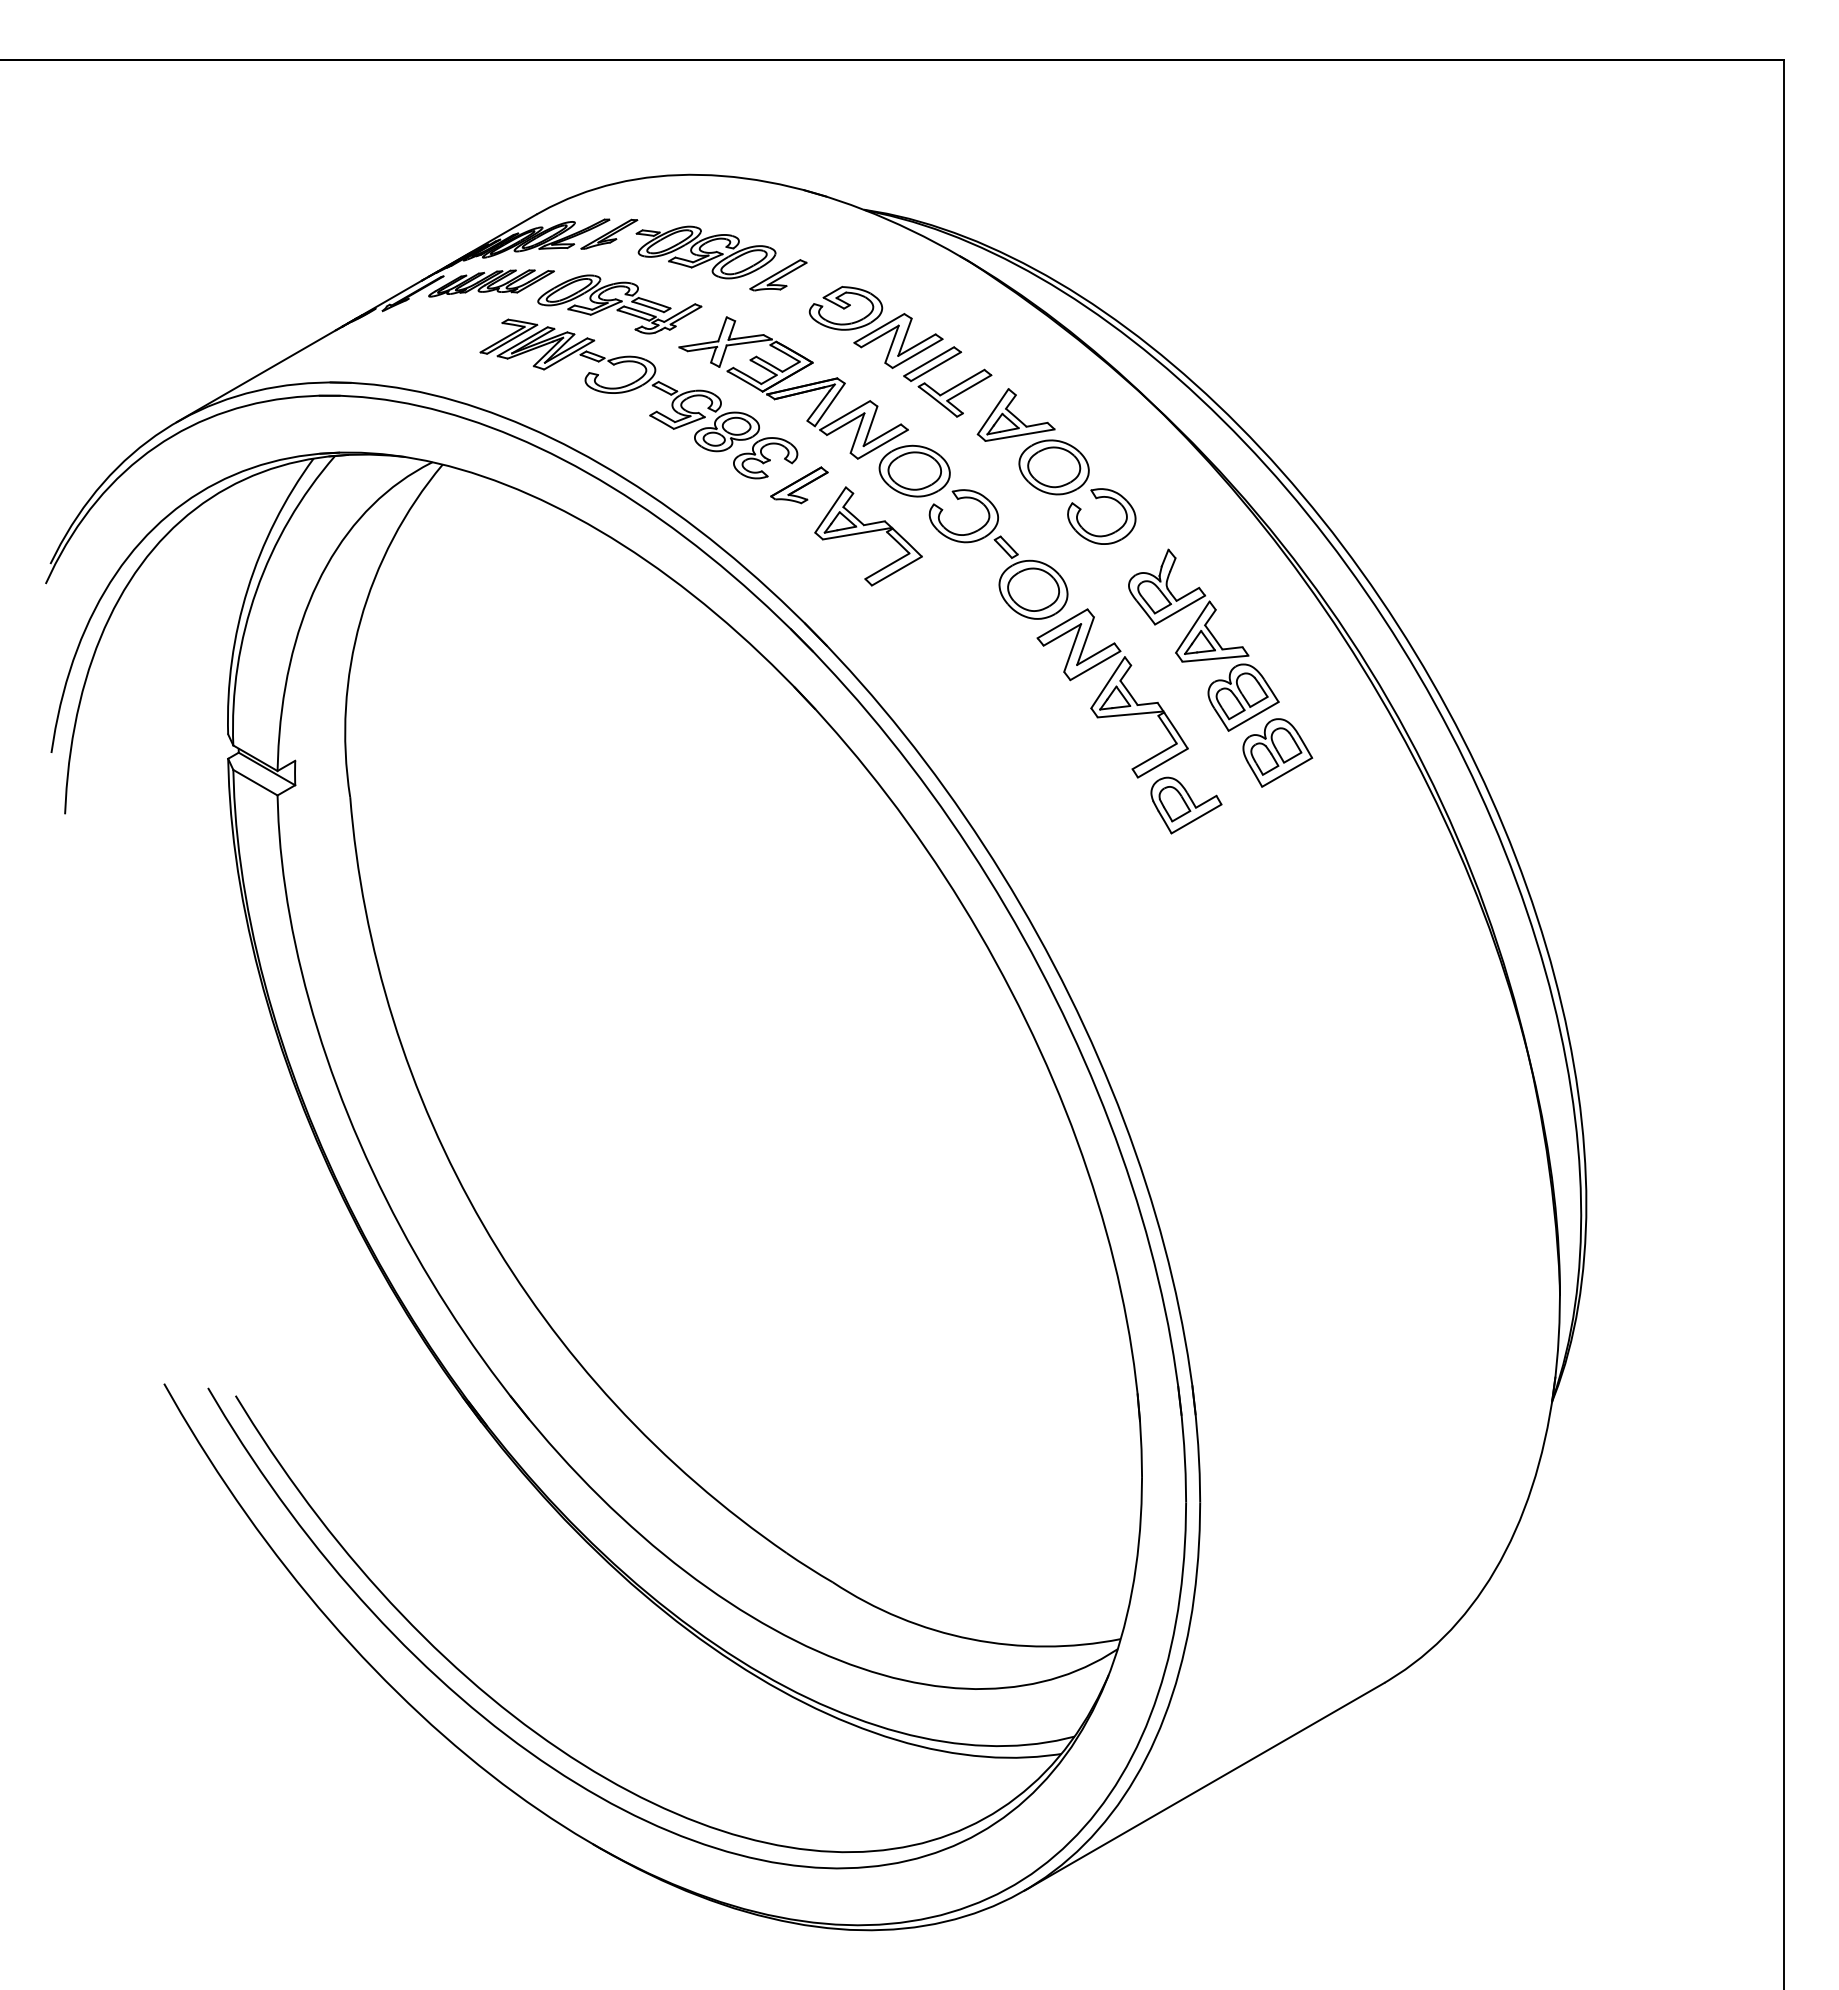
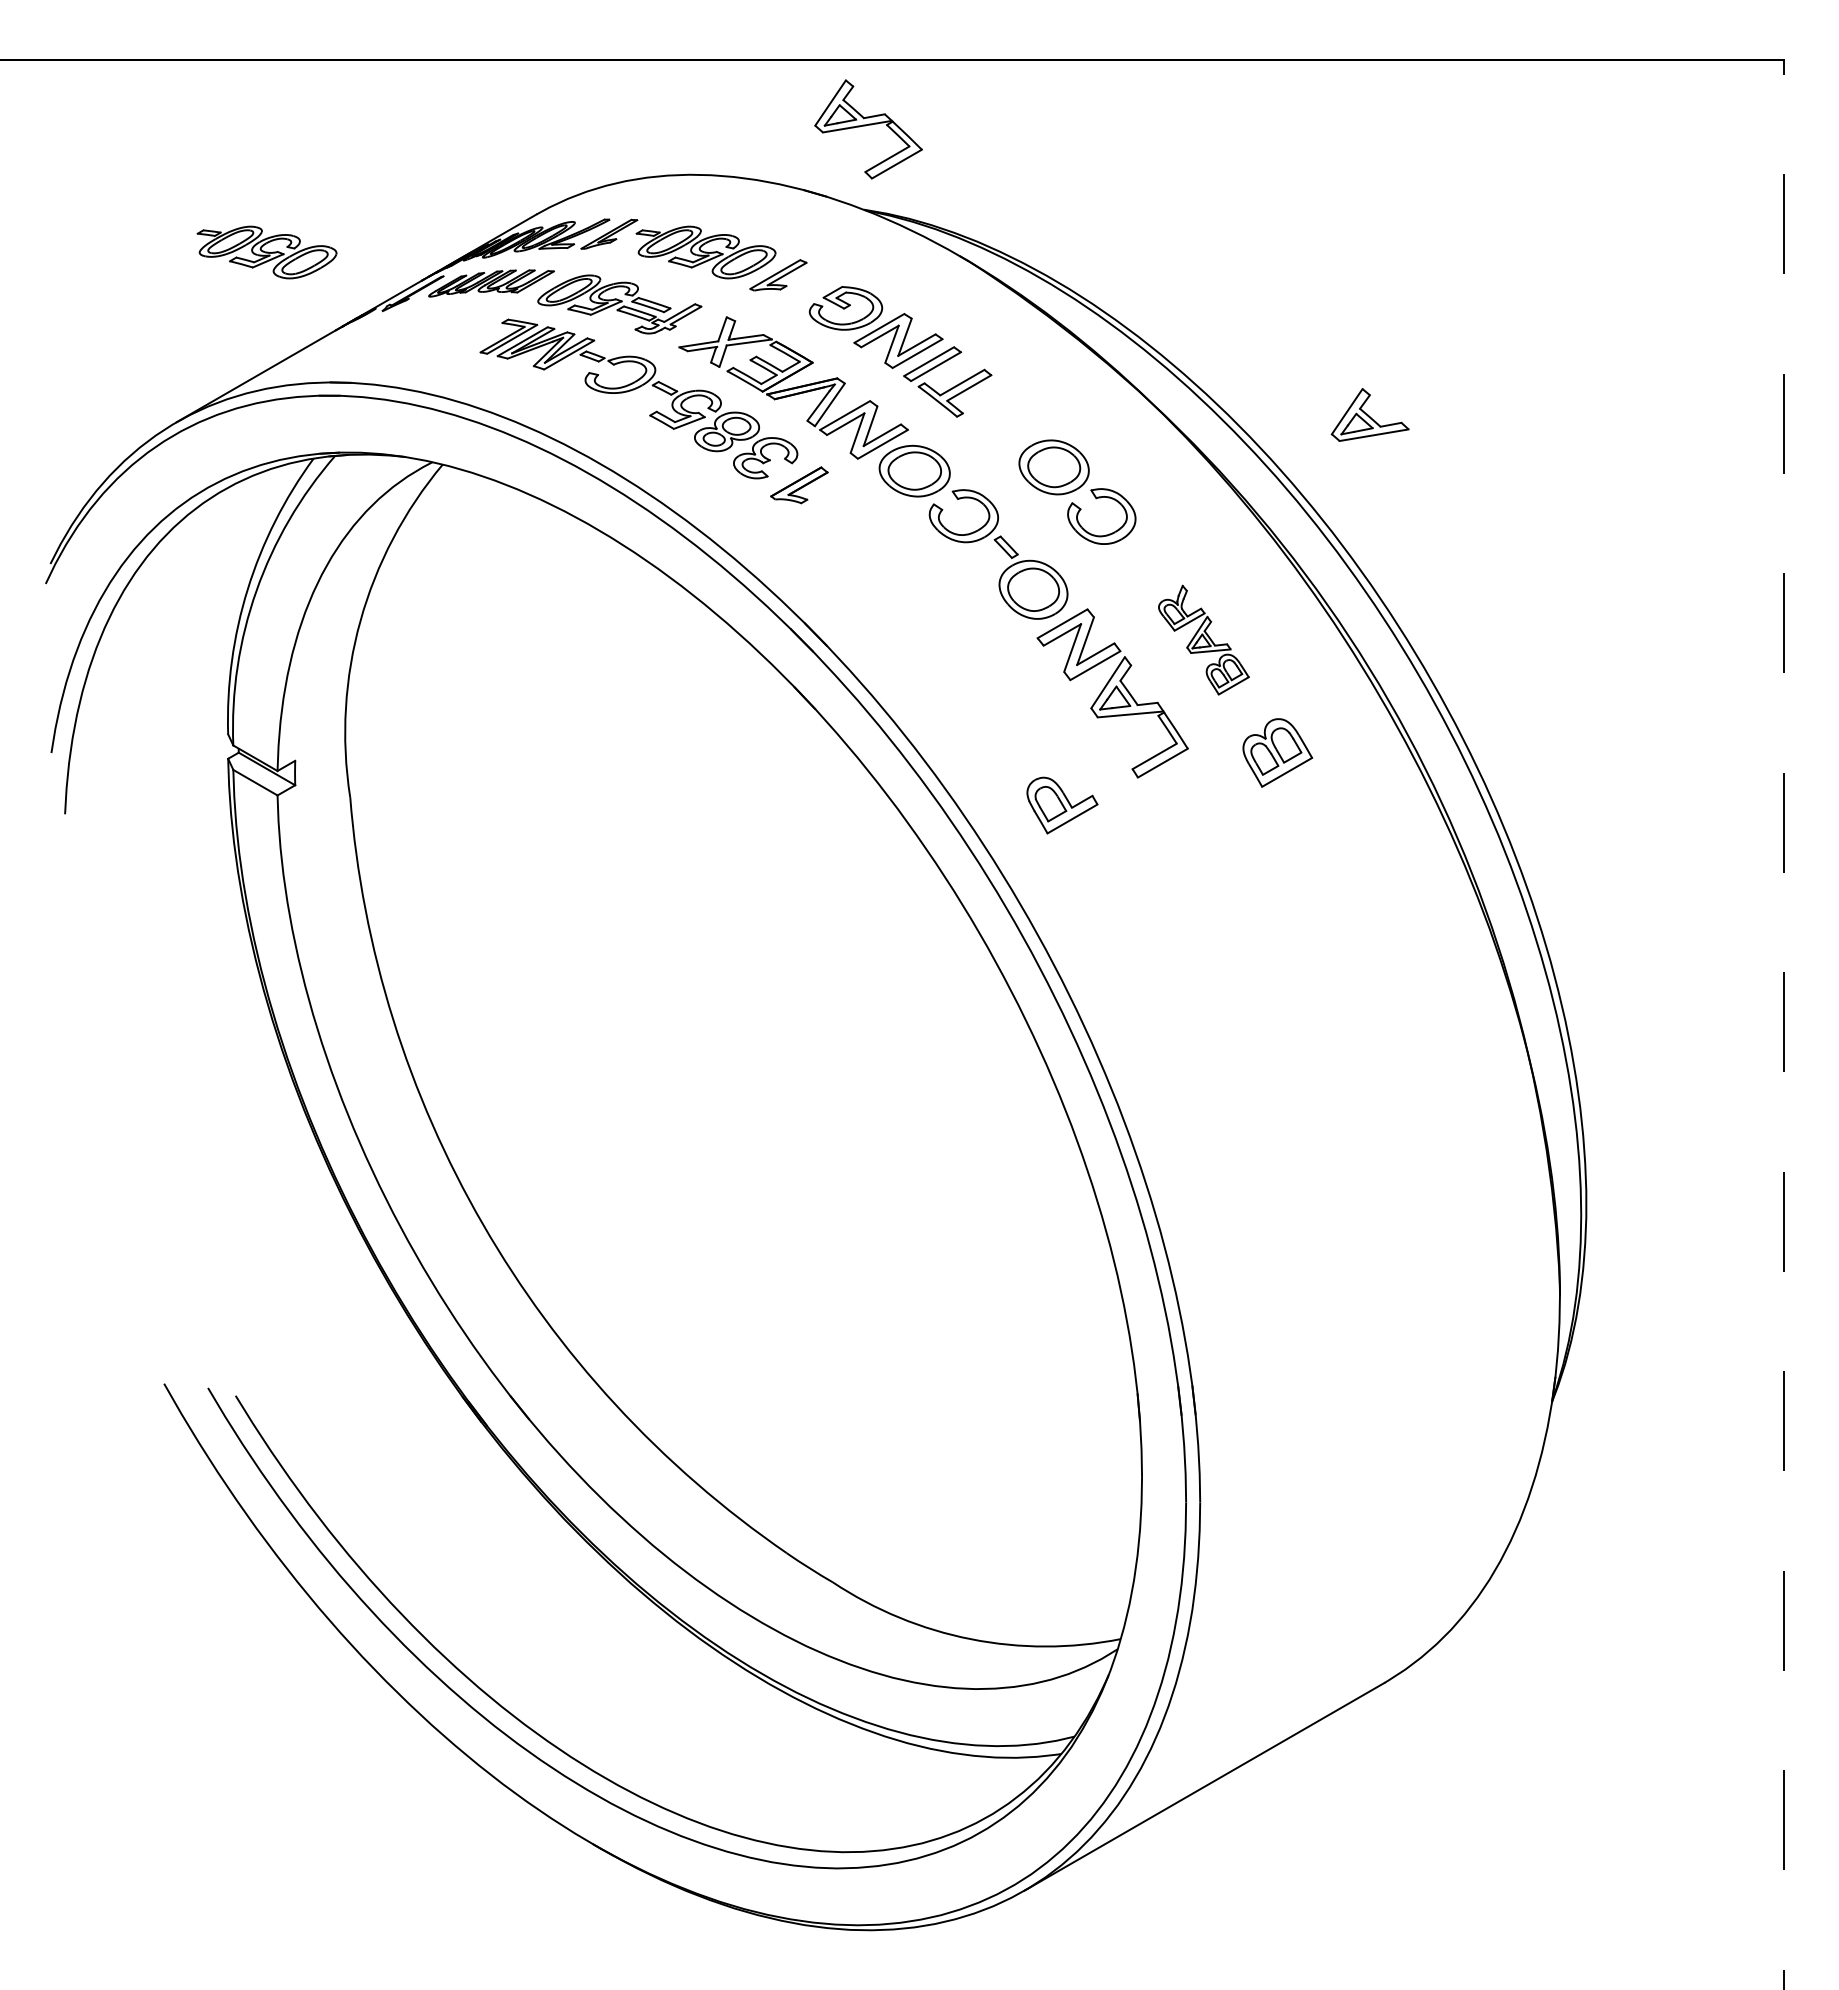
part at (266, 252): none -> present
part at (1015, 414) position: (1015, 414) -> (1369, 414)
part at (868, 536) position: (868, 536) -> (868, 129)
part at (1203, 639) size: 152x184 px -> 92x112 px
part at (1186, 805) position: (1186, 805) -> (1062, 805)
line at (1783, 1023): solid -> dashed
